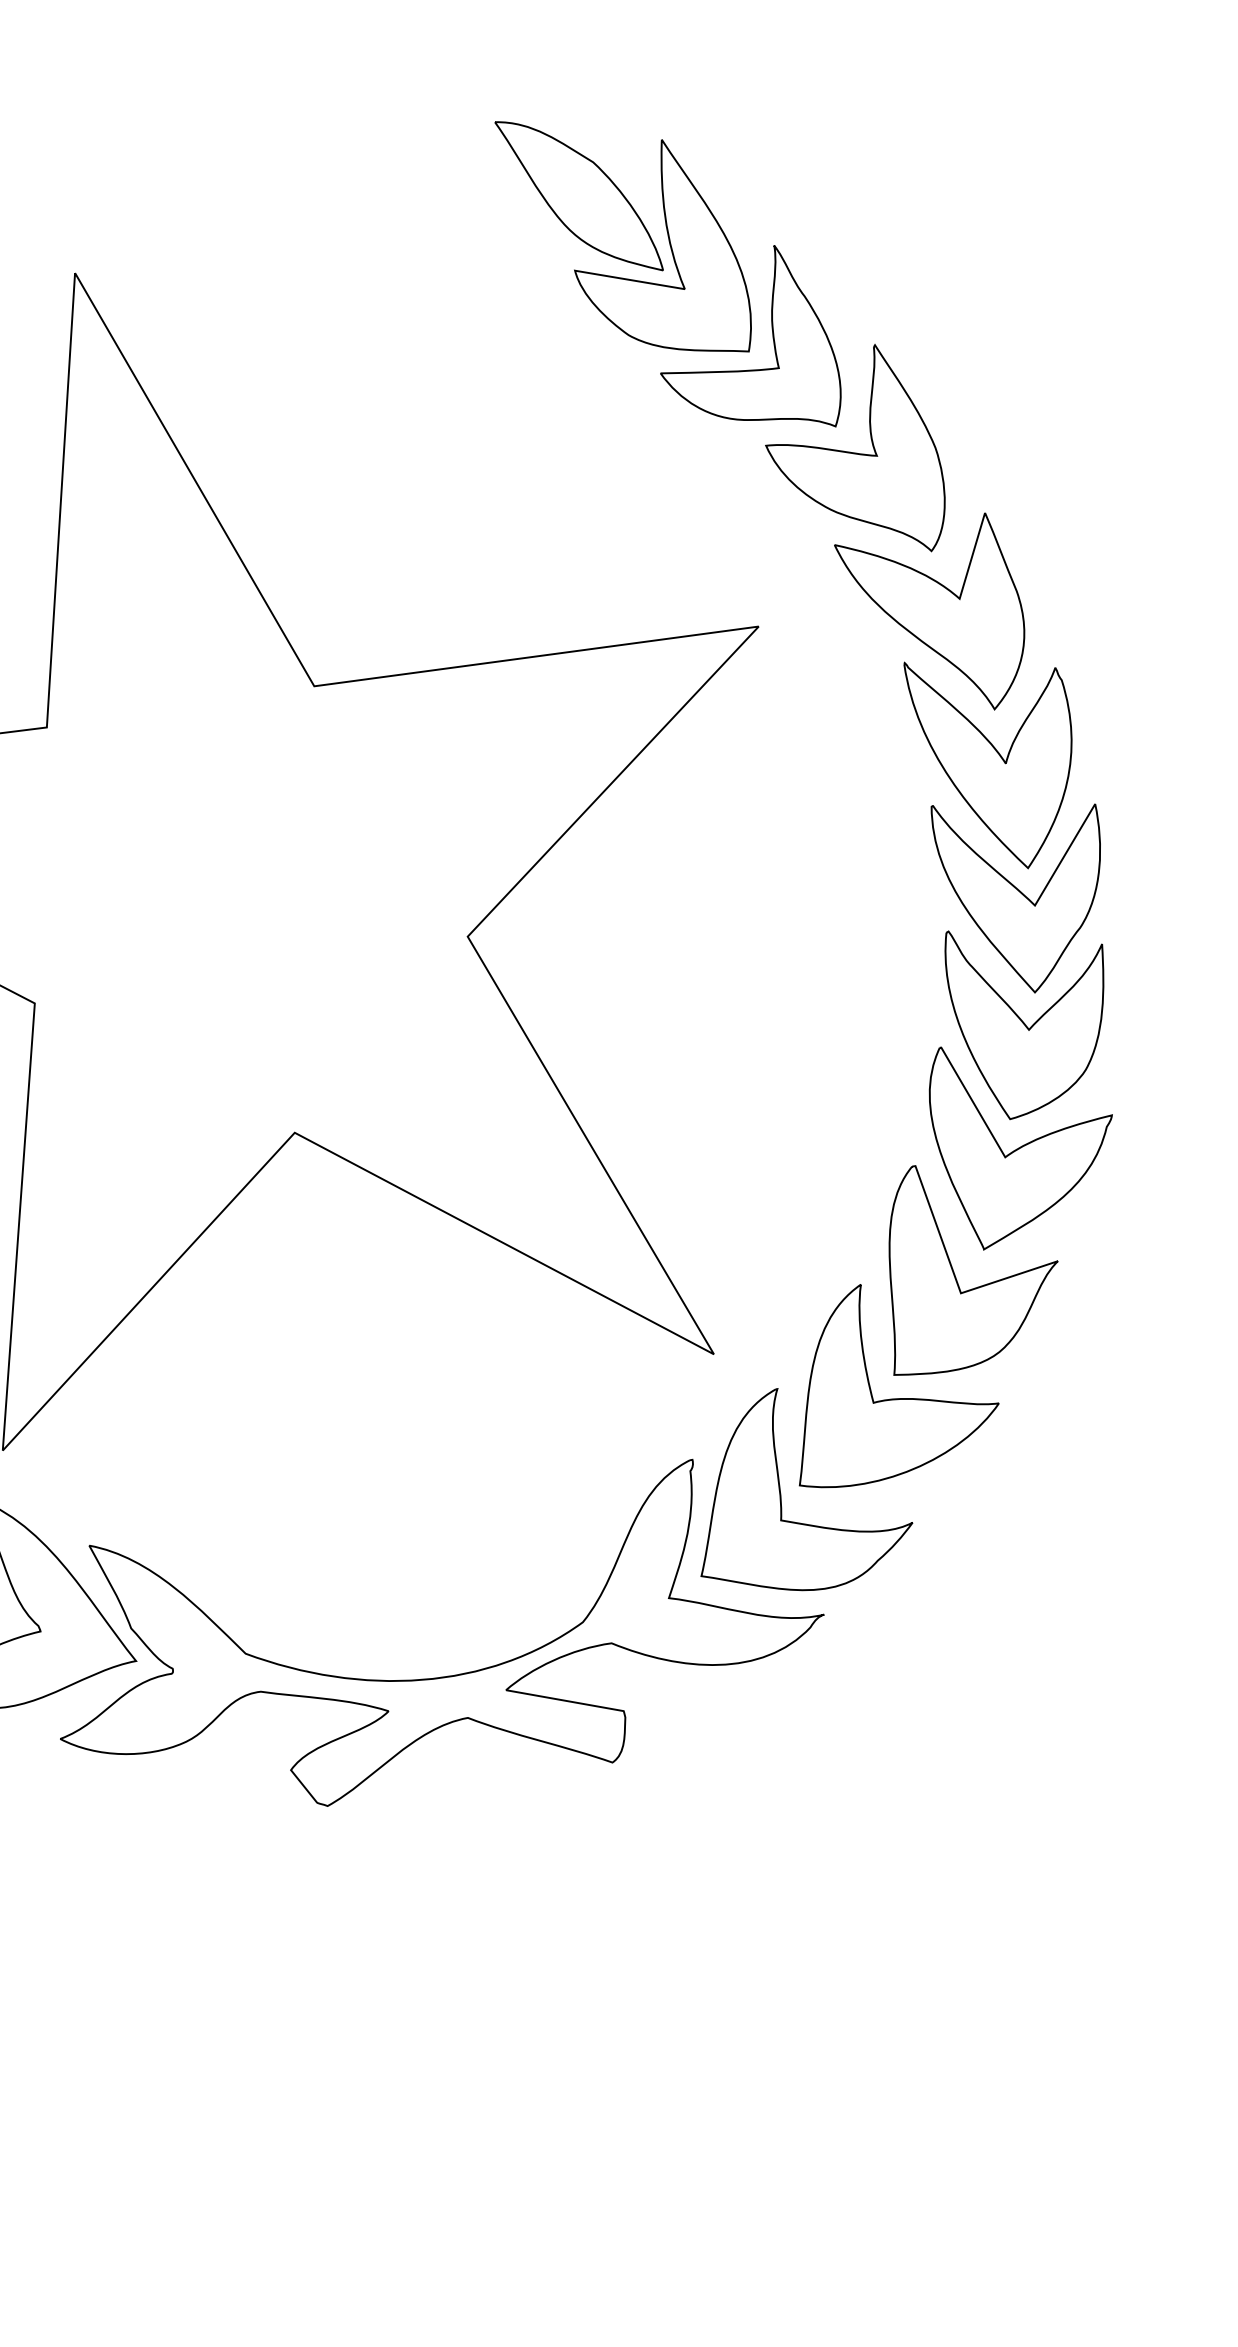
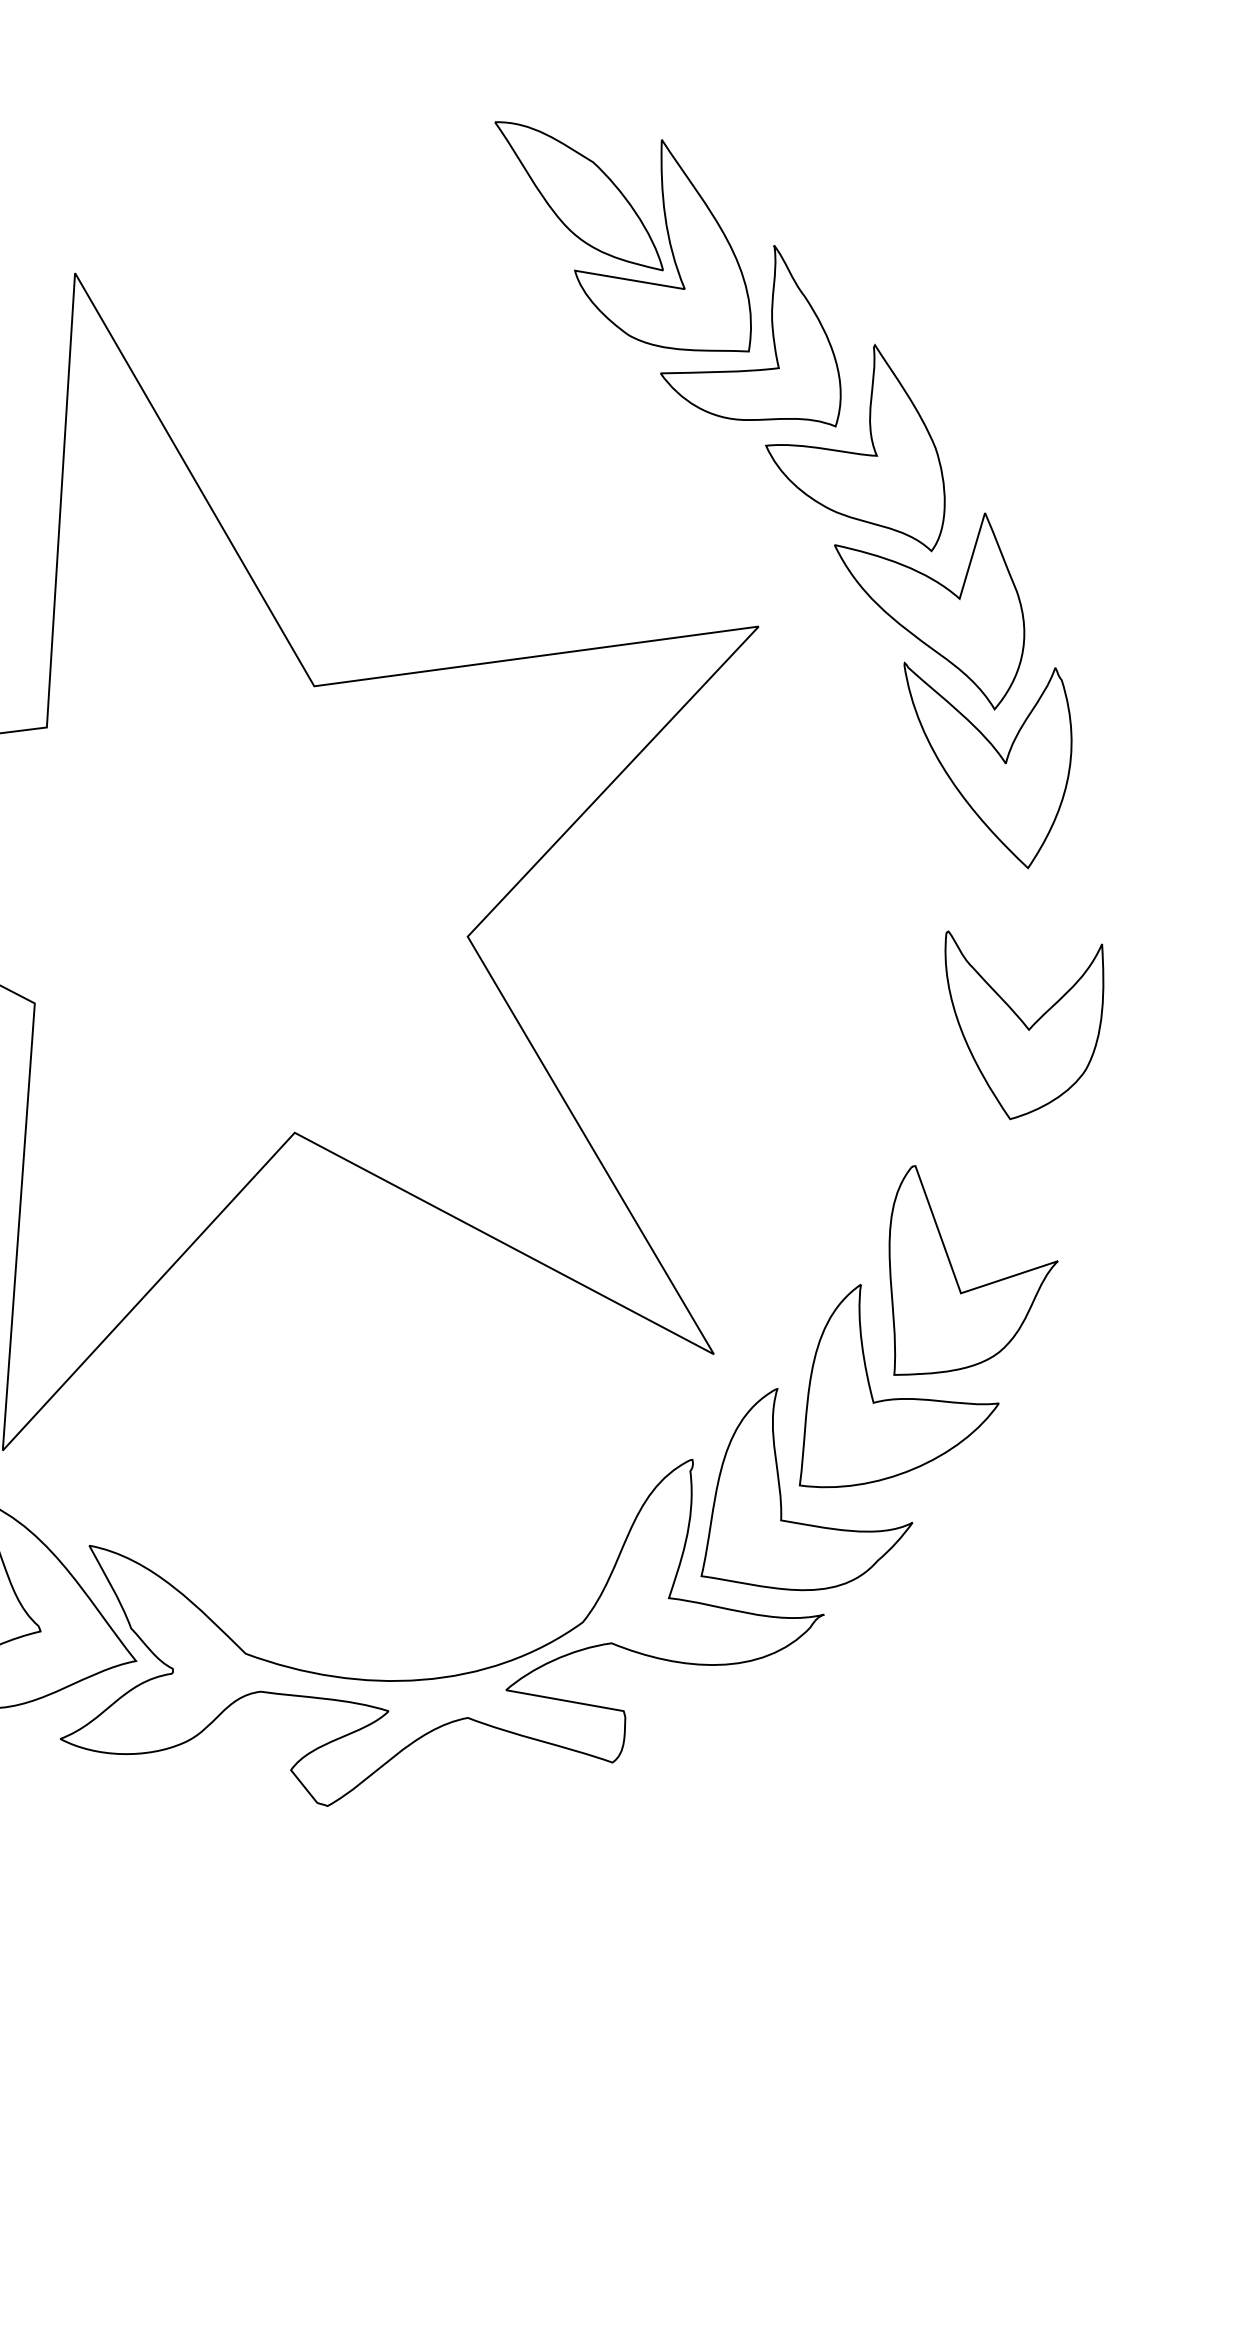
part at (1015, 898): present -> none
part at (1020, 1148): present -> none
